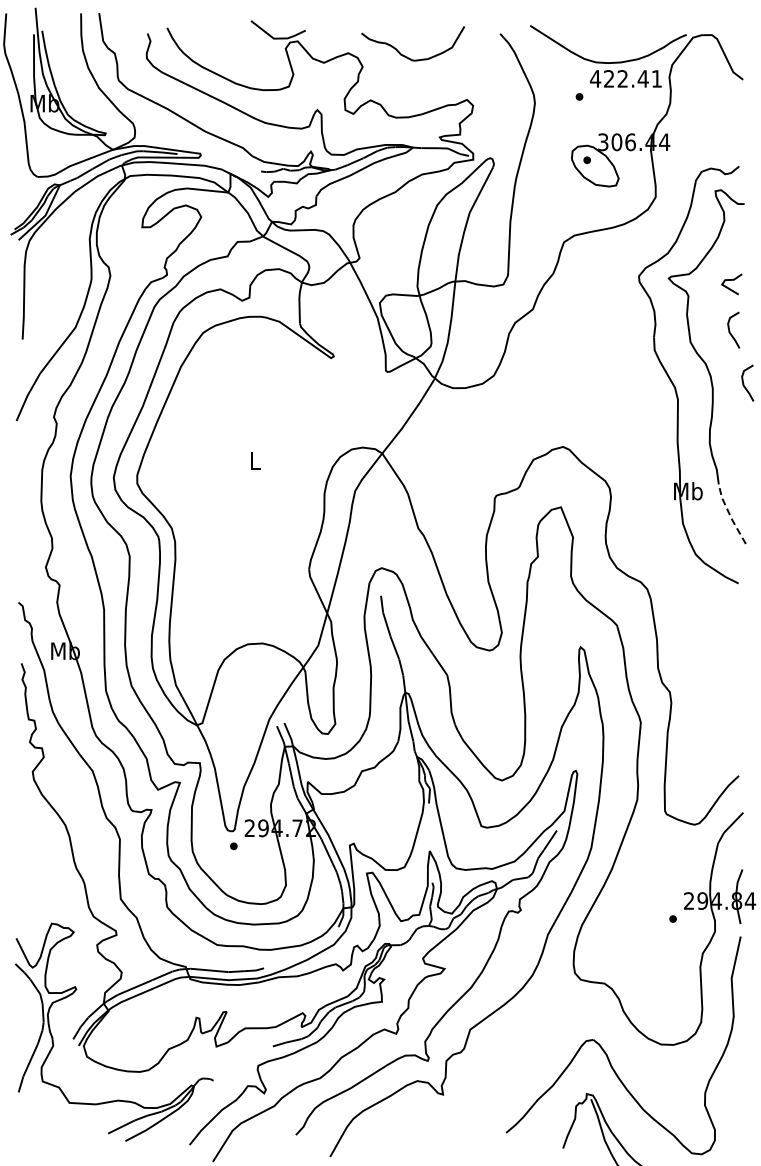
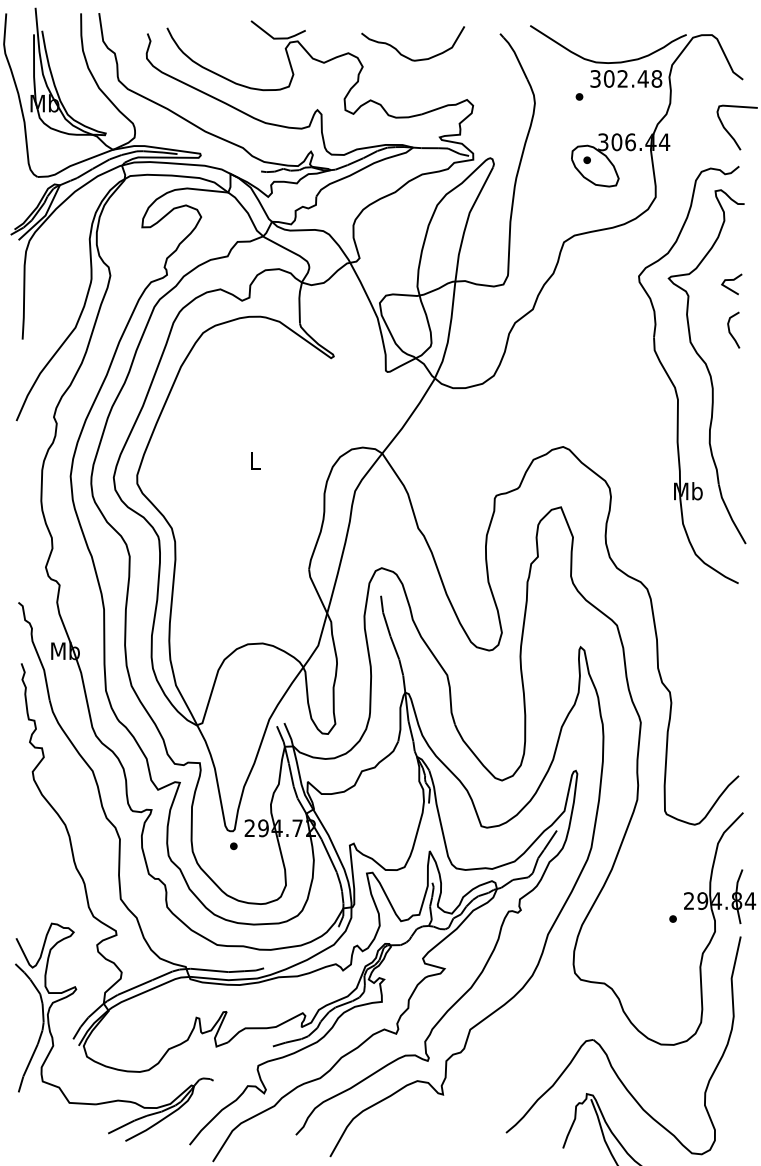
text at (625, 78): 422.41 -> 302.48
curve at (730, 133): none -> present
curve at (744, 383): present -> none
line at (729, 514): dashed -> solid
